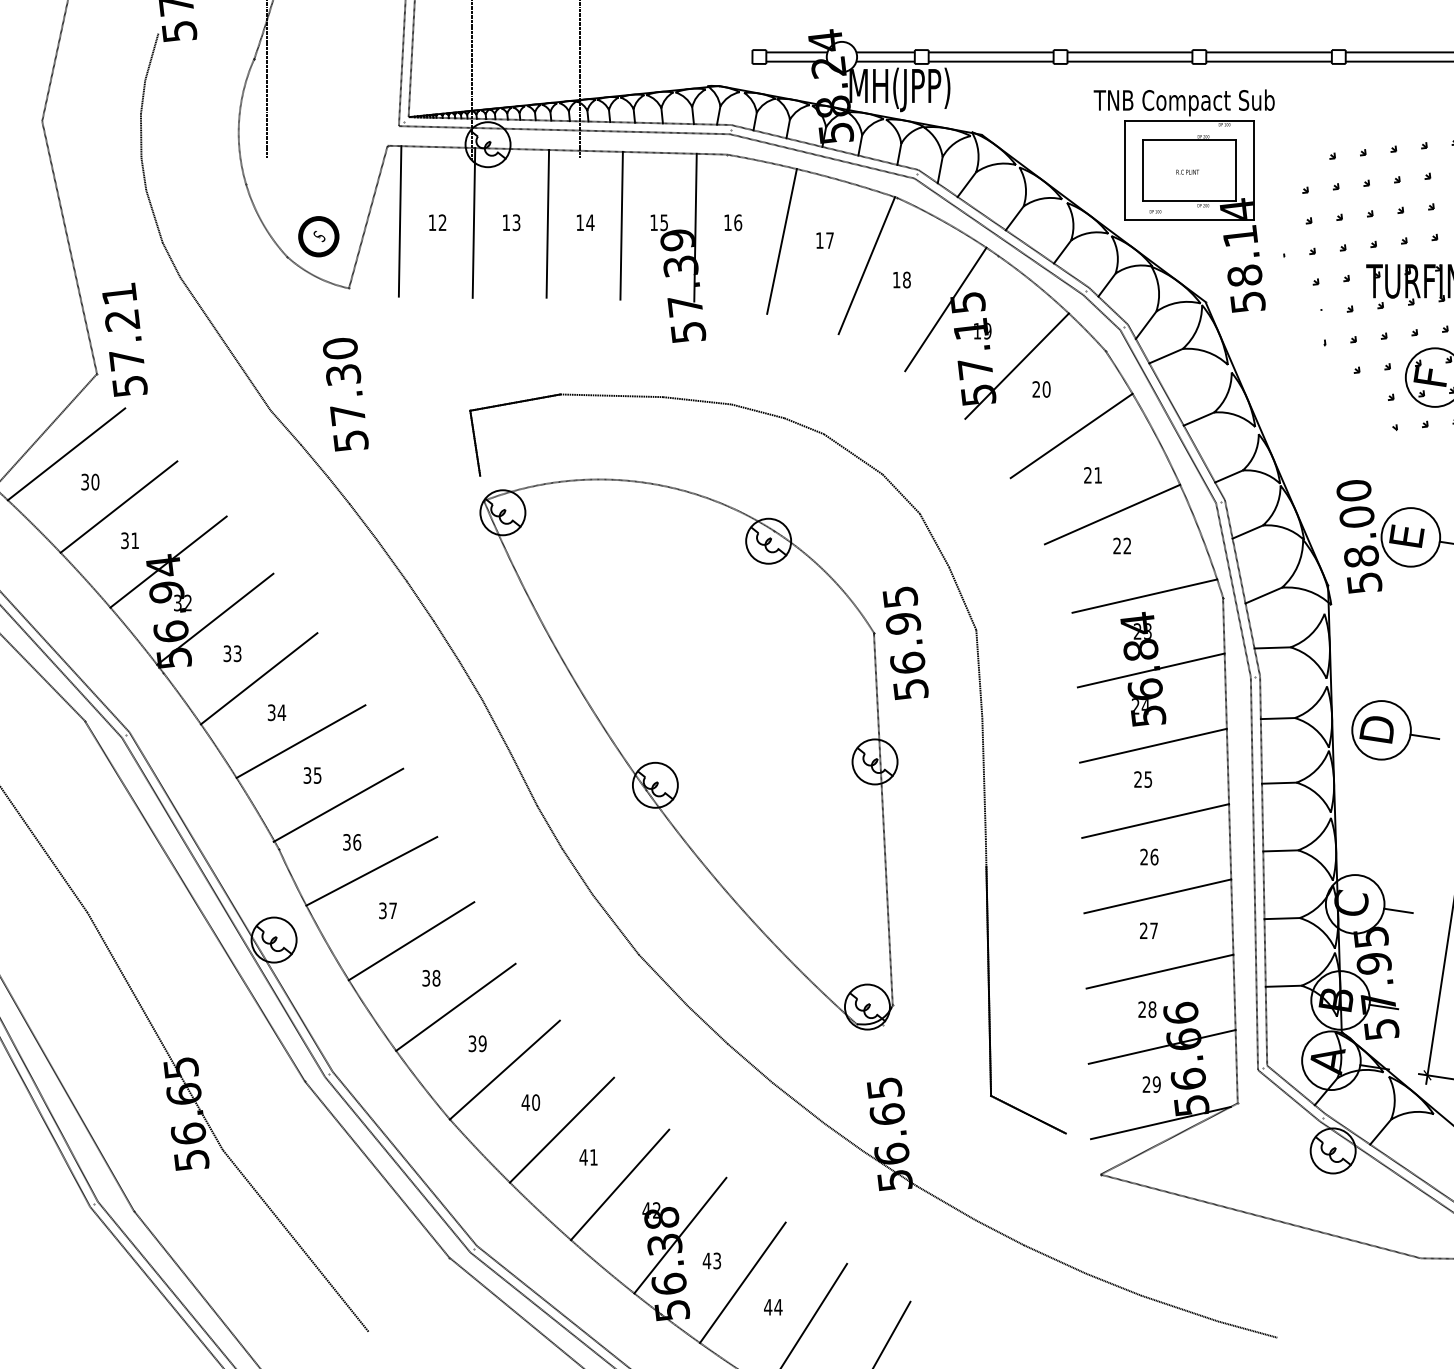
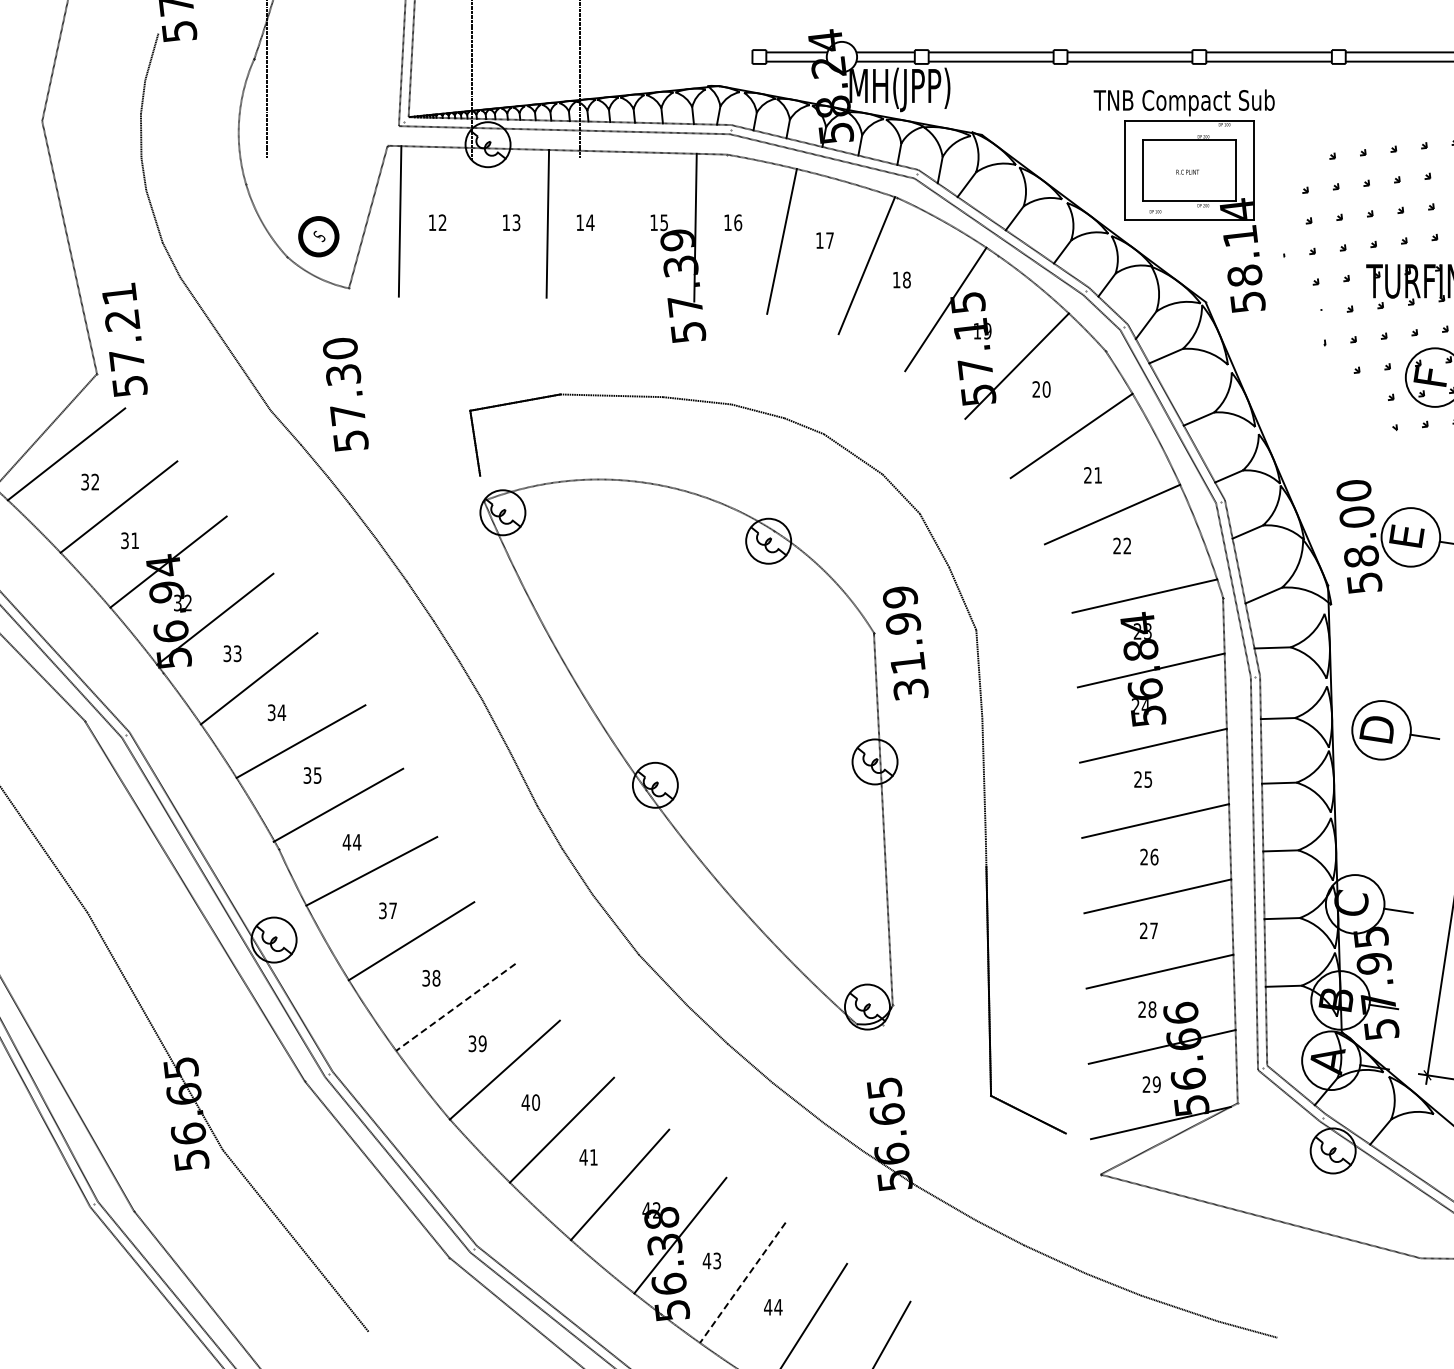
line at (473, 222): present -> none
line at (621, 225): present -> none
text at (95, 481): 30 -> 32
text at (905, 643): 56.95 -> 31.99
text at (351, 842): 36 -> 44
line at (455, 1007): solid -> dashed
line at (742, 1282): solid -> dashed
